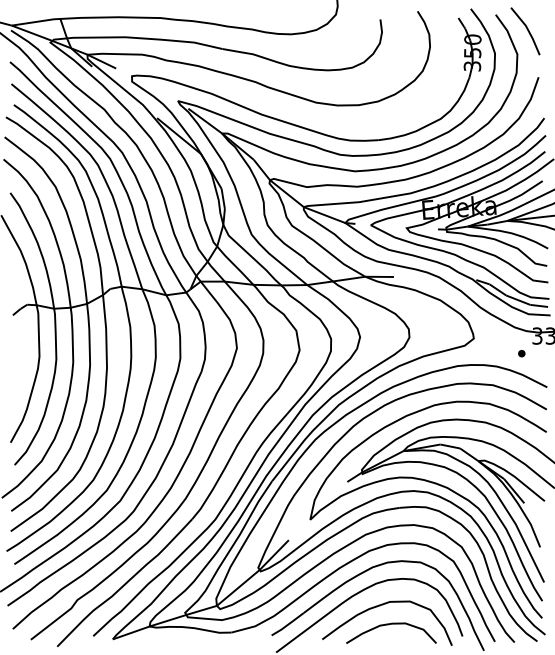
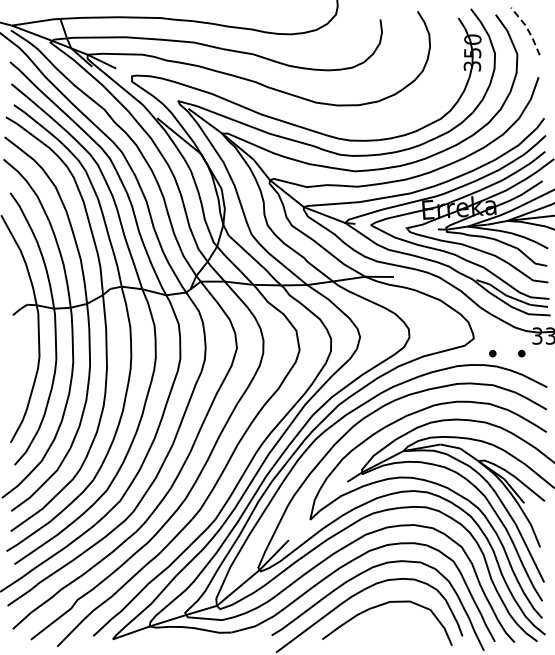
line at (527, 29): solid -> dashed
part at (492, 353): none -> present
curve at (388, 625): present -> none
